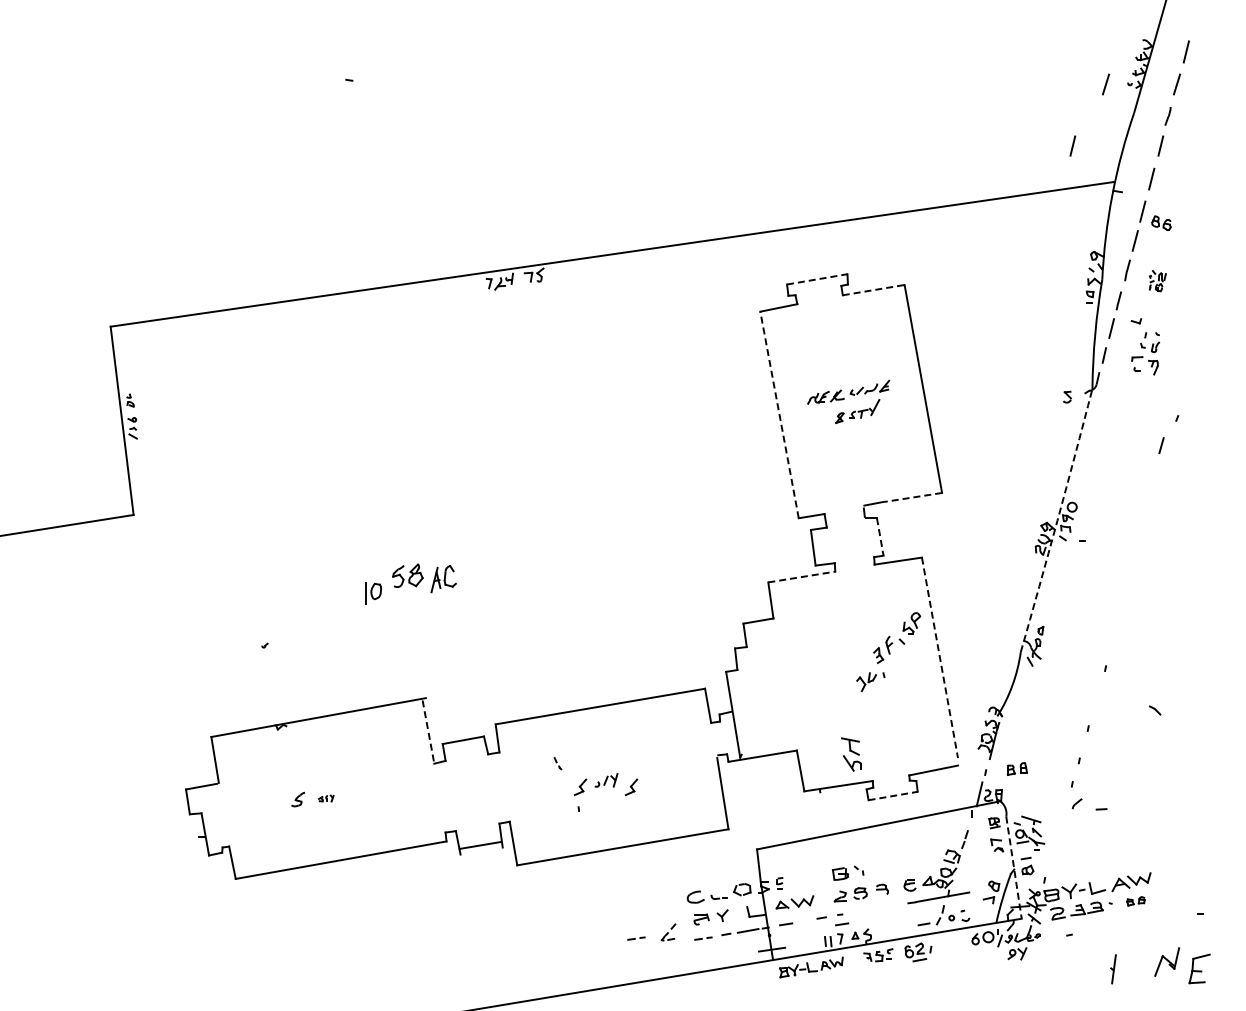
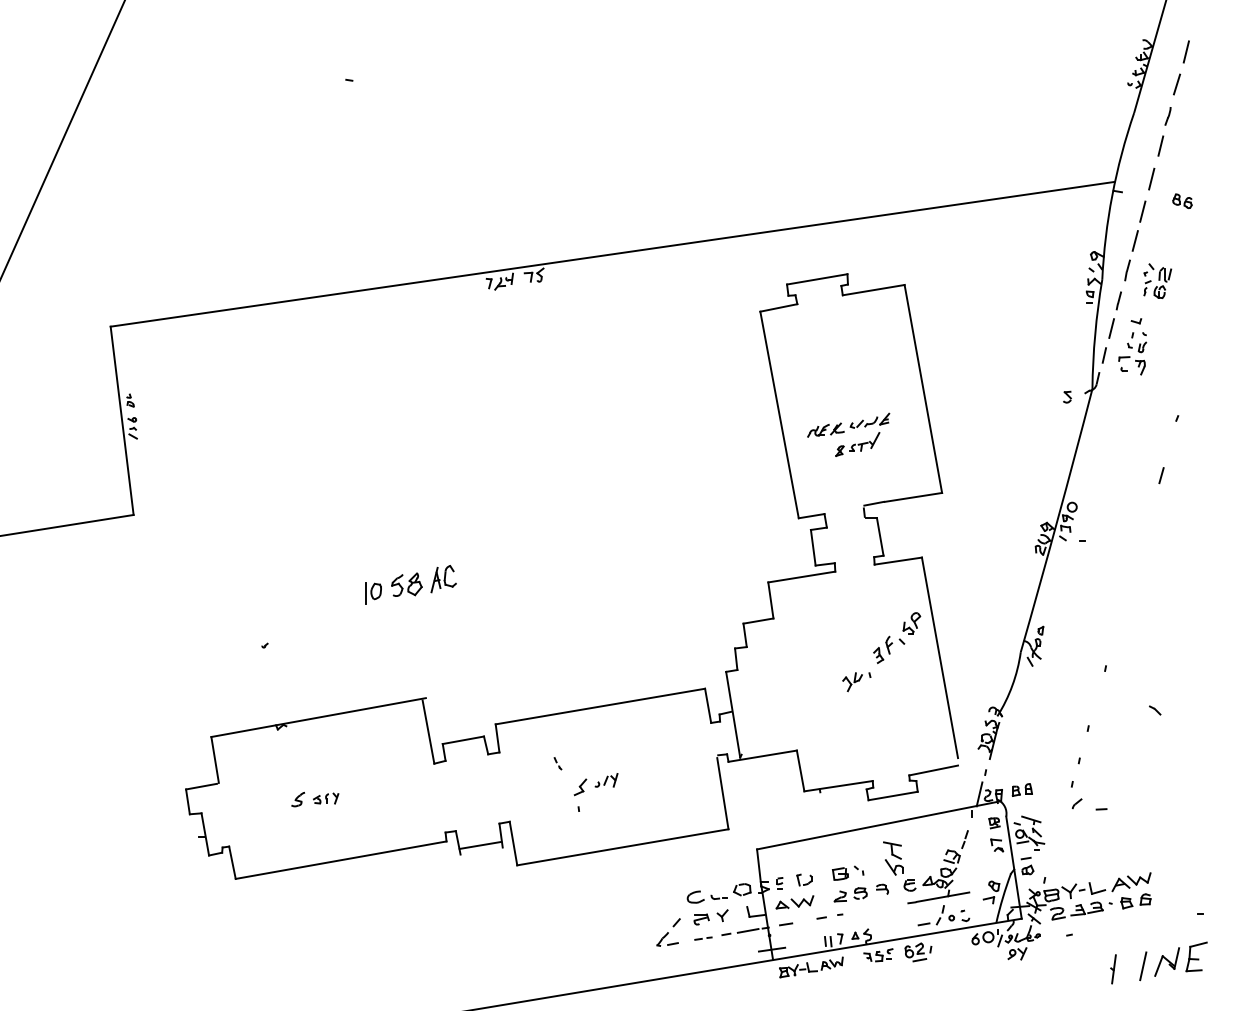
line at (1105, 84): present -> none
line at (63, 138): none -> present
line at (1072, 145): present -> none
part at (1161, 222) position: (1161, 222) -> (1182, 200)
line at (817, 279): dashed -> solid
part at (1157, 281) size: 18x23 px -> 30x36 px
line at (874, 290): dashed -> solid
part at (1145, 353) position: (1145, 353) -> (1132, 353)
part at (848, 401) position: (848, 401) -> (848, 434)
line at (779, 414): dashed -> solid
line at (1161, 445) position: (1161, 445) -> (1161, 475)
line at (913, 497): dashed -> solid
arc at (1057, 520): dashed -> solid
line at (880, 537): dashed -> solid
part at (407, 575) position: (407, 575) -> (406, 584)
line at (801, 577): dashed -> solid
line at (939, 657): dashed -> solid
part at (870, 682) position: (870, 682) -> (856, 682)
line at (428, 732): dashed -> solid
part at (851, 754) position: (851, 754) -> (893, 858)
part at (1016, 768) position: (1016, 768) -> (1021, 789)
part at (631, 787): present -> none
line at (893, 796): dashed -> solid
part at (326, 798) size: 17x9 px -> 27x13 px
line at (1013, 867): dashed -> solid
part at (804, 879): none -> present
part at (1135, 901) size: 20x11 px -> 32x17 px
line at (842, 924): present -> none
part at (668, 932) size: 17x19 px -> 25x29 px
line at (635, 938): present -> none
line at (1143, 966): none -> present
part at (1199, 968) position: (1199, 968) -> (1196, 956)
